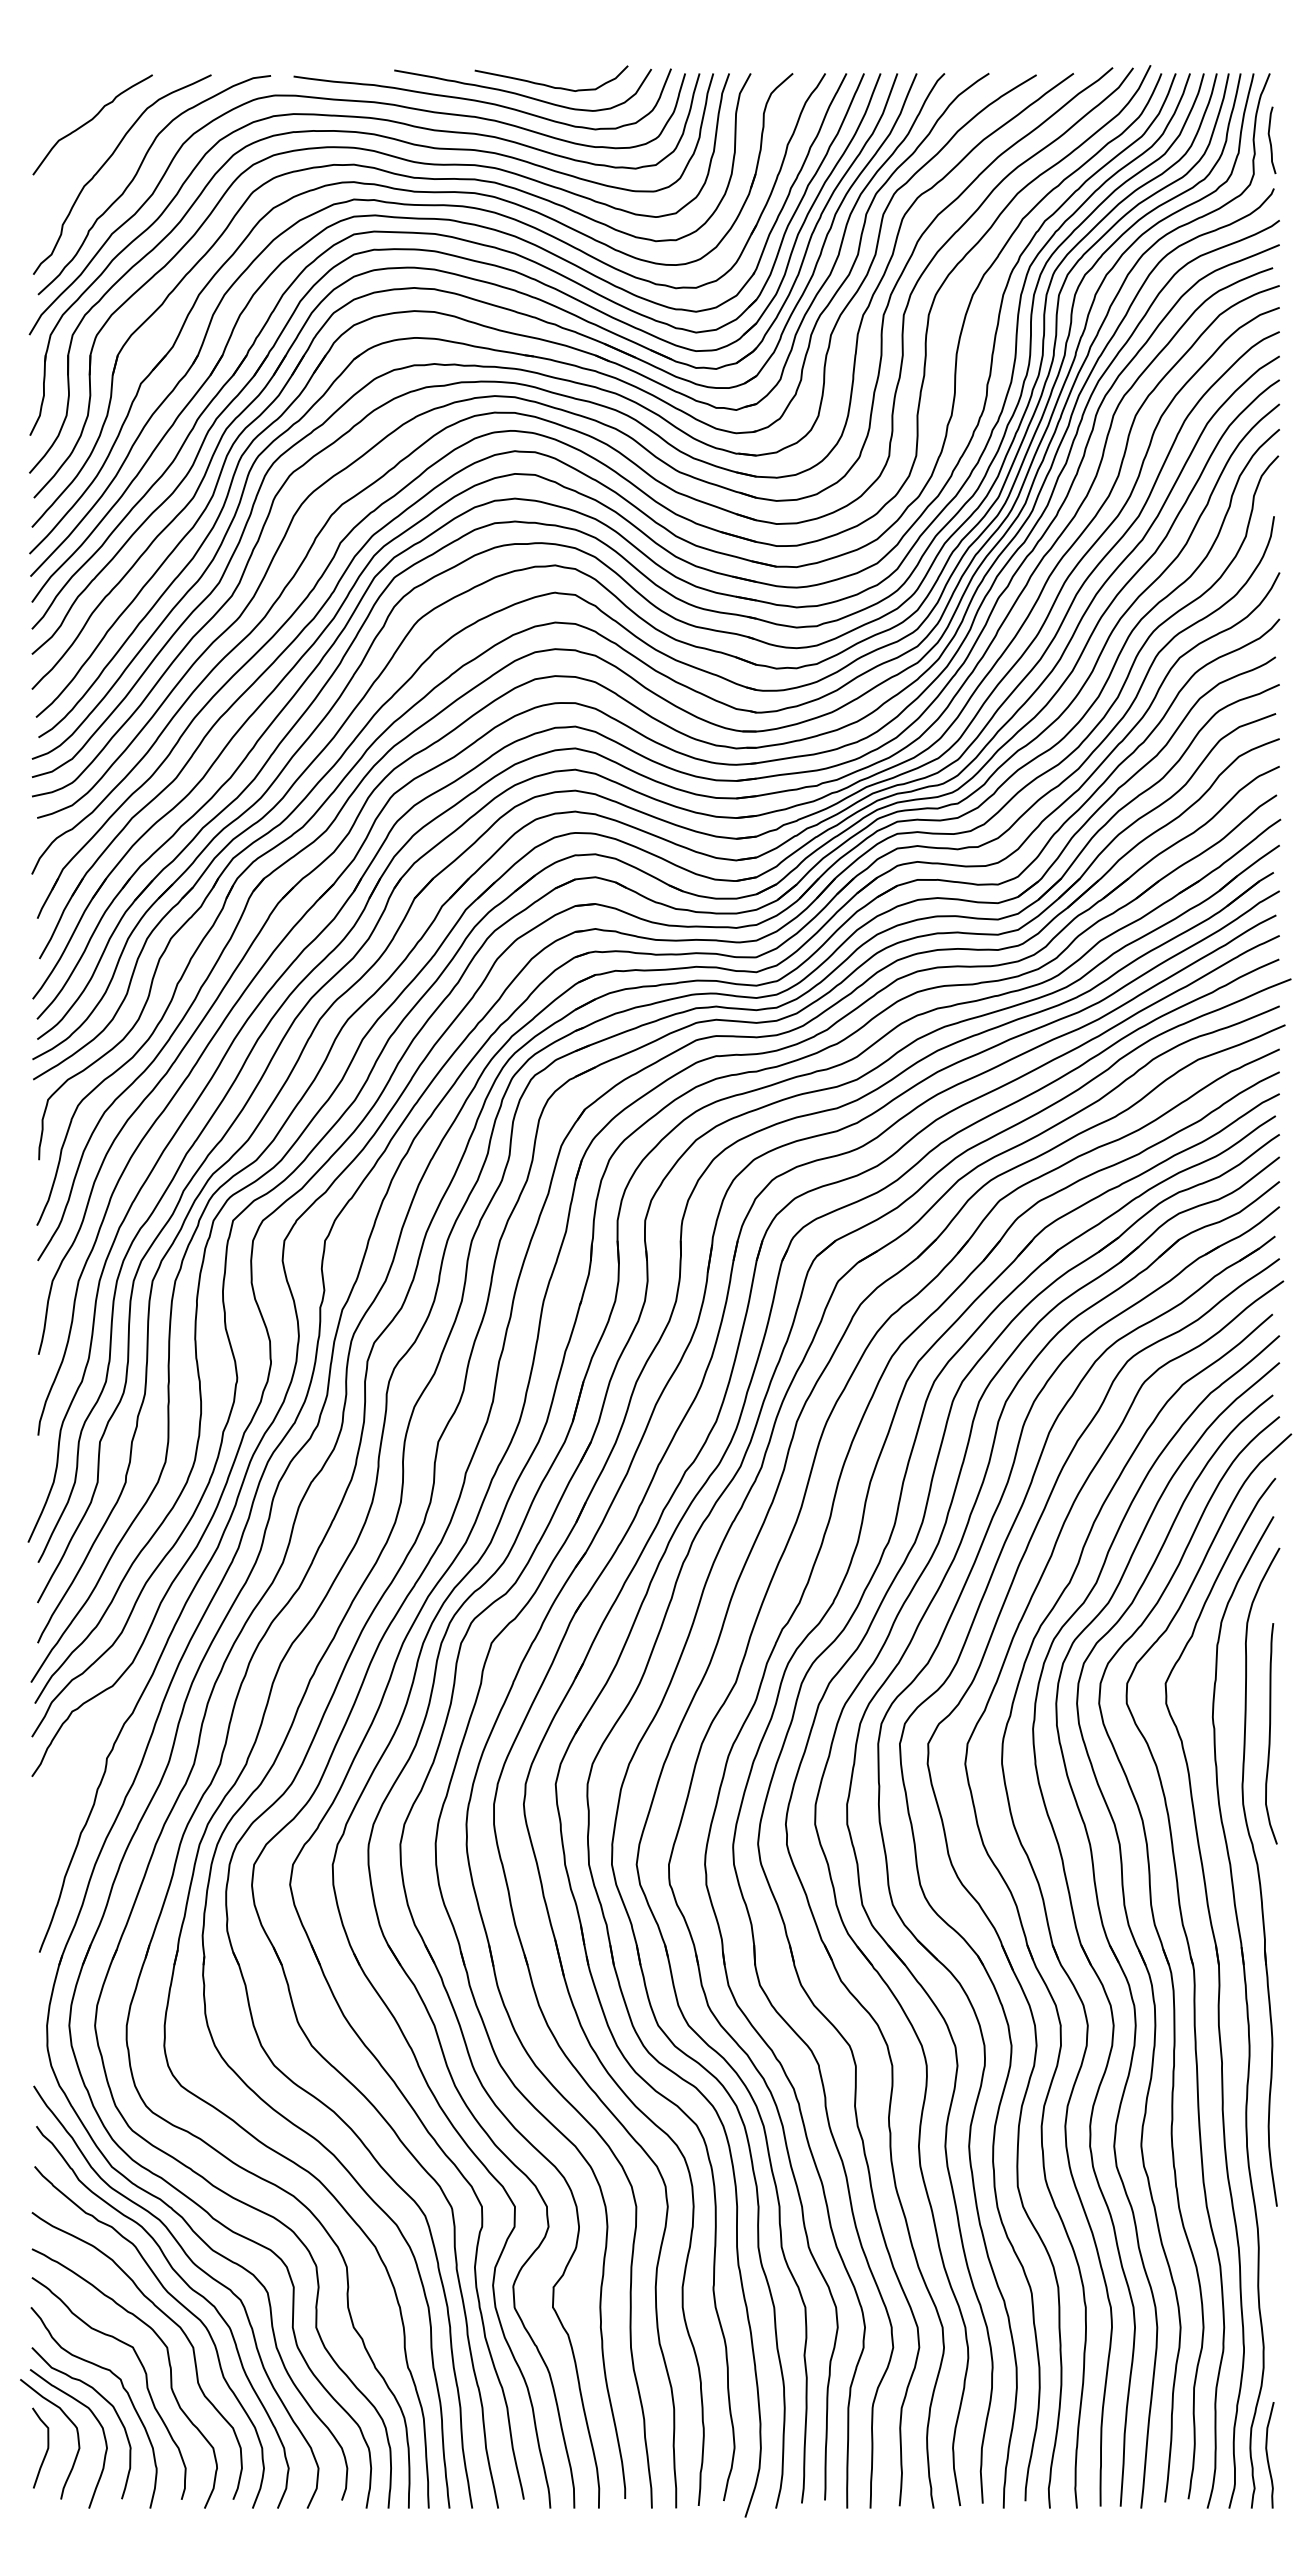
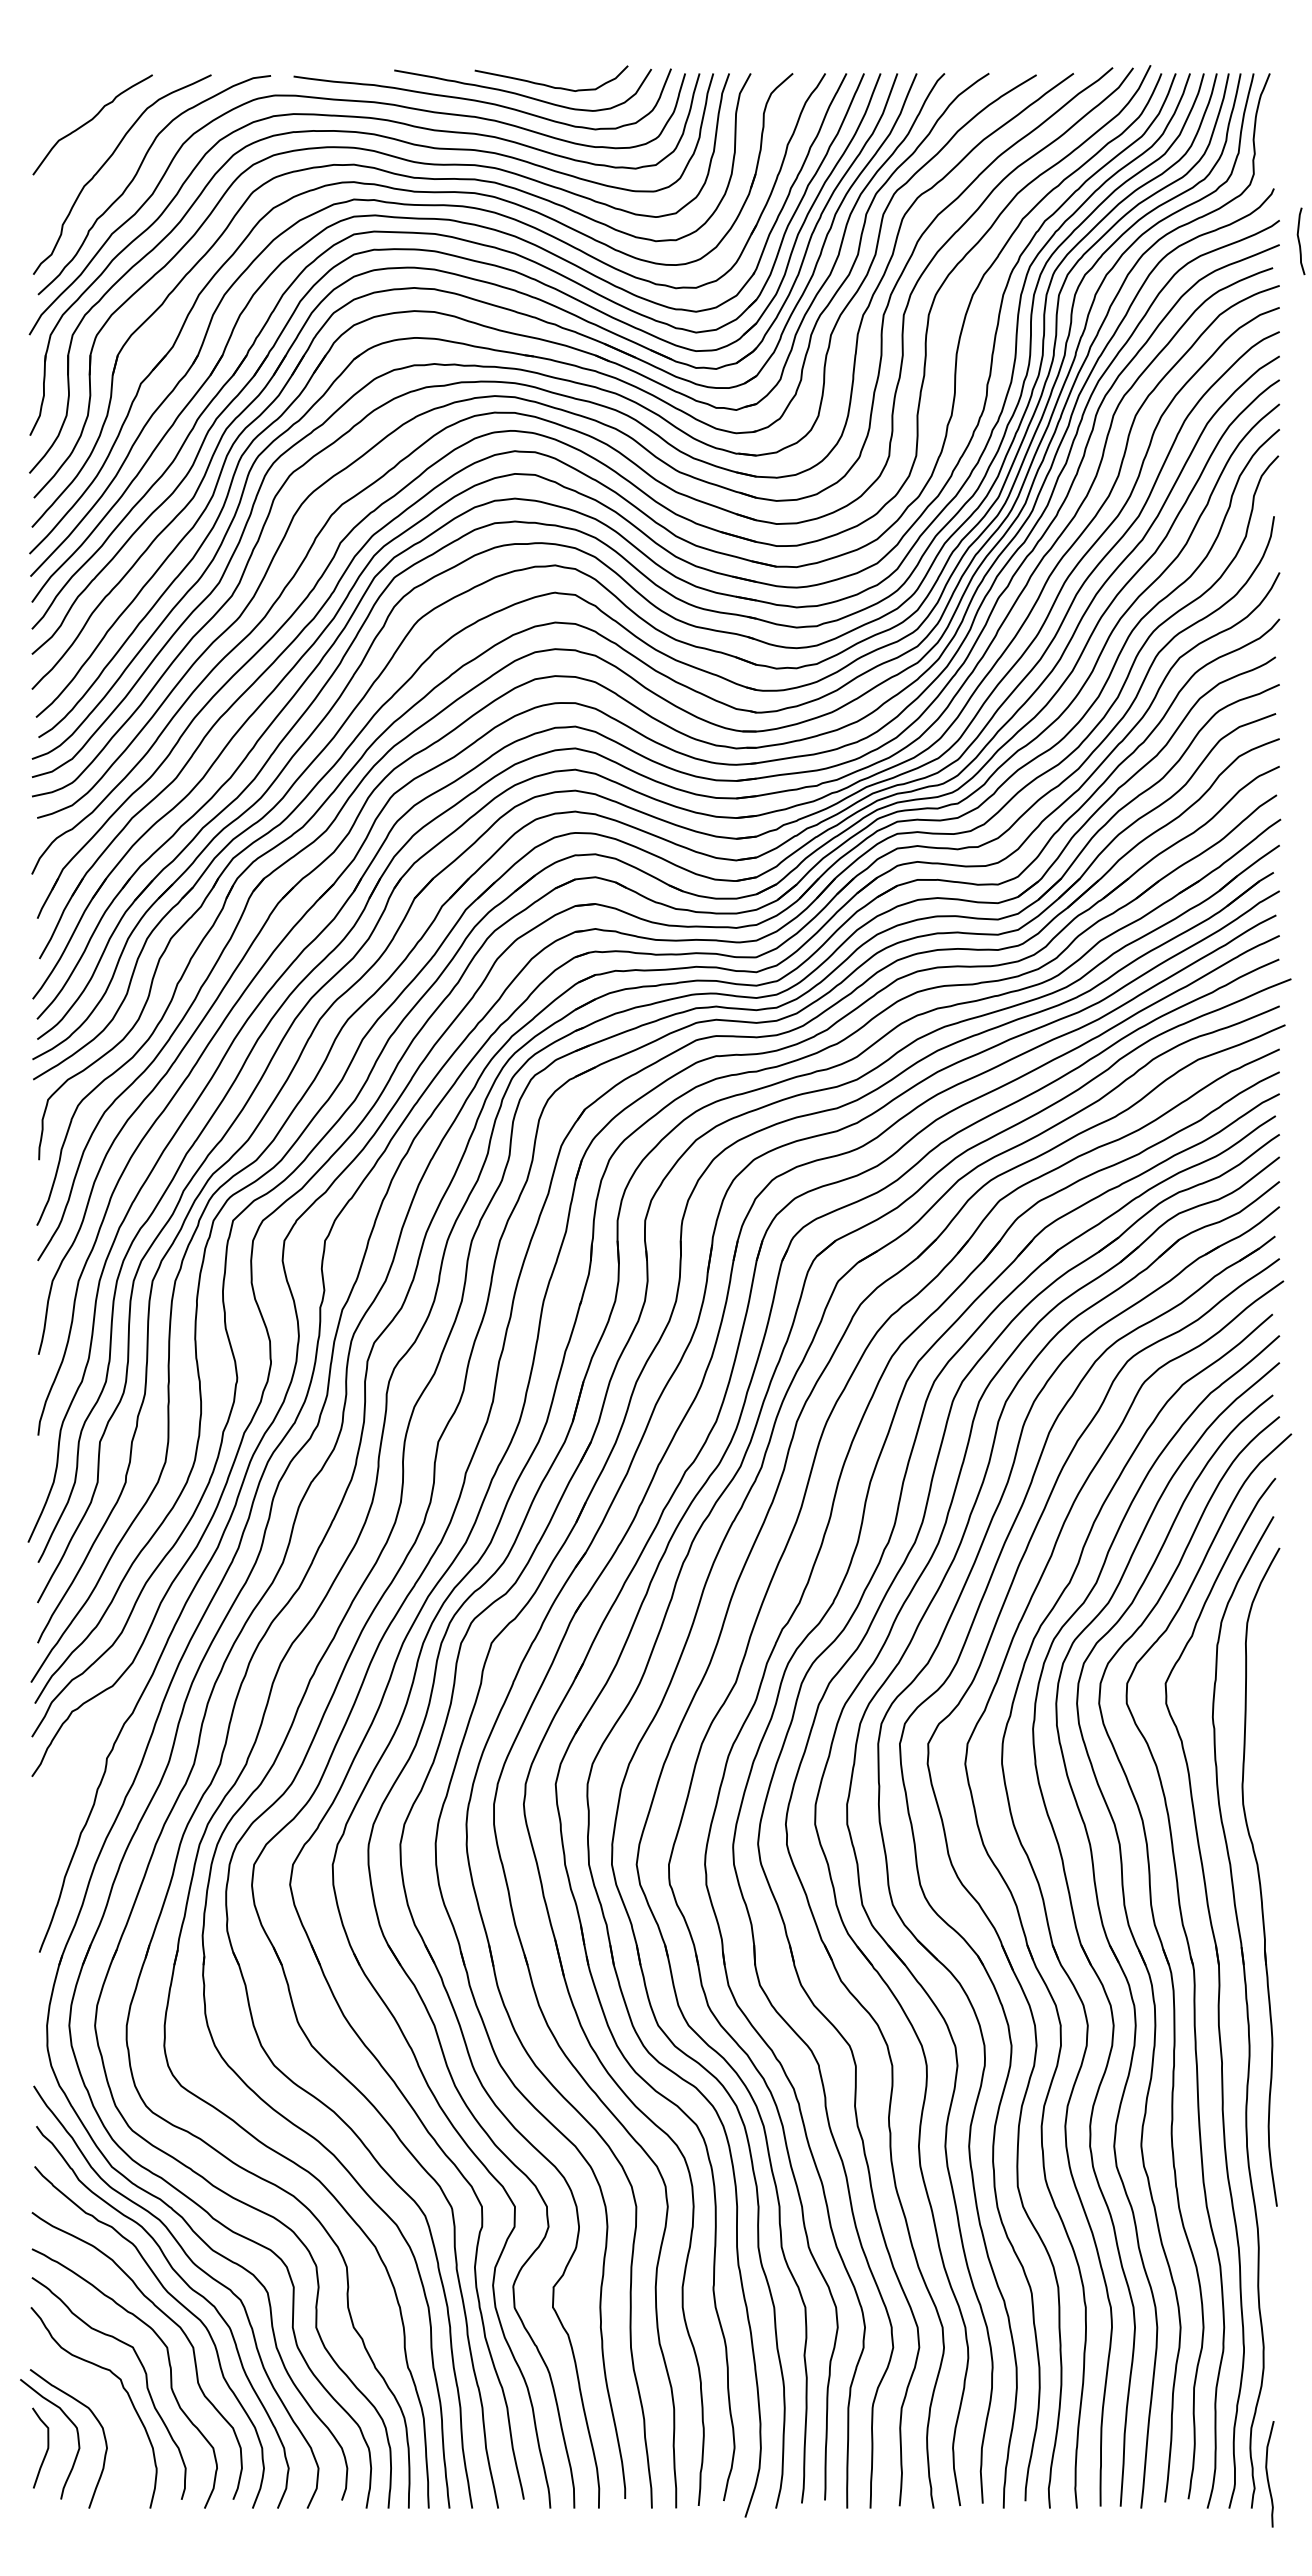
curve at (1270, 140) position: (1270, 140) -> (1299, 241)
curve at (1270, 1733): present -> none
curve at (102, 2398): present -> none
curve at (1268, 2455) position: (1268, 2455) -> (1268, 2474)
